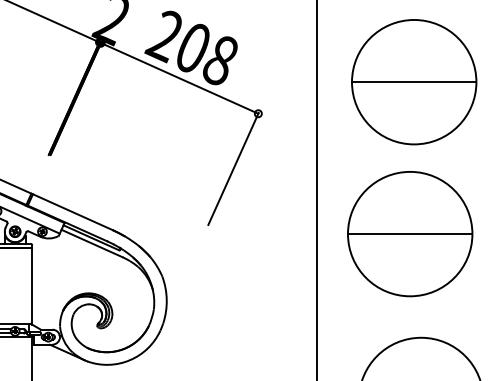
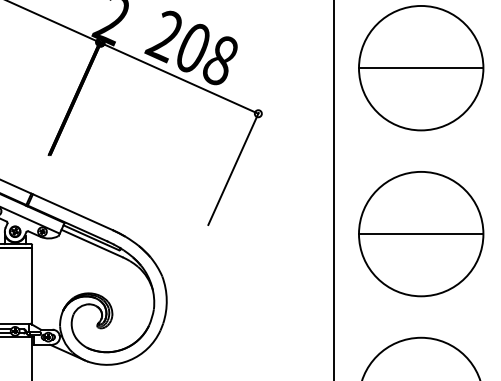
part at (414, 82) position: (414, 82) -> (421, 68)
line at (317, 189) position: (317, 189) -> (334, 189)
part at (410, 234) position: (410, 234) -> (421, 234)
